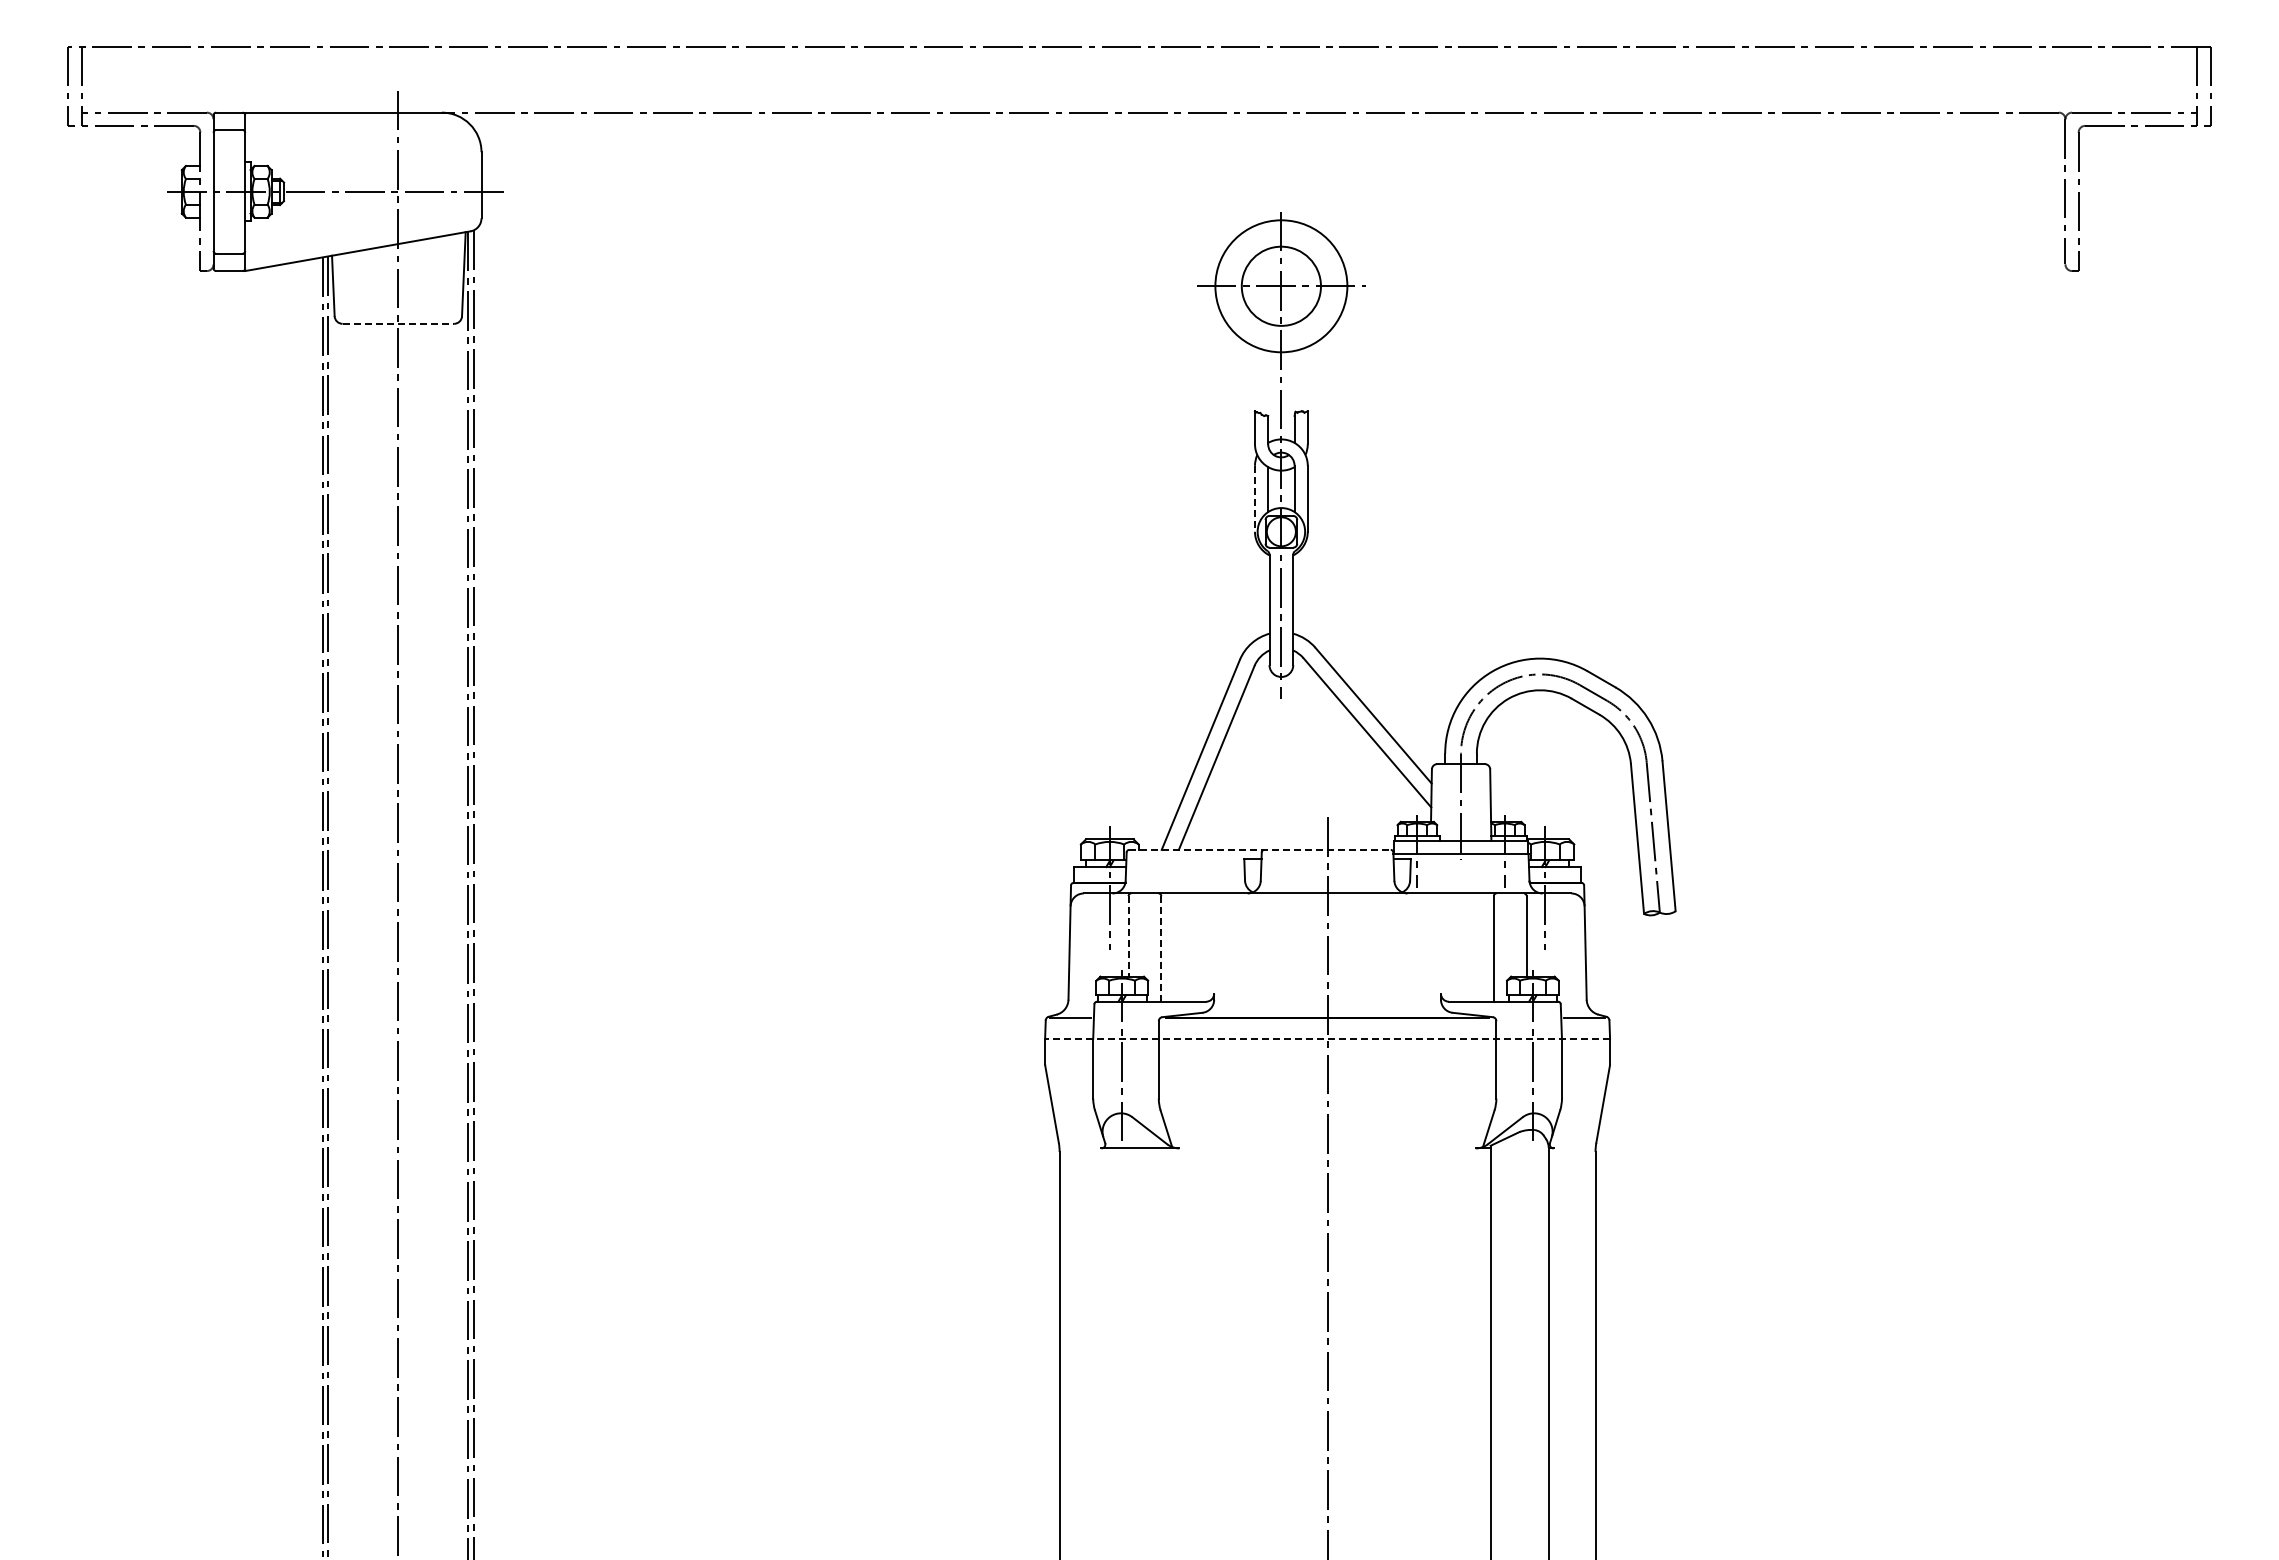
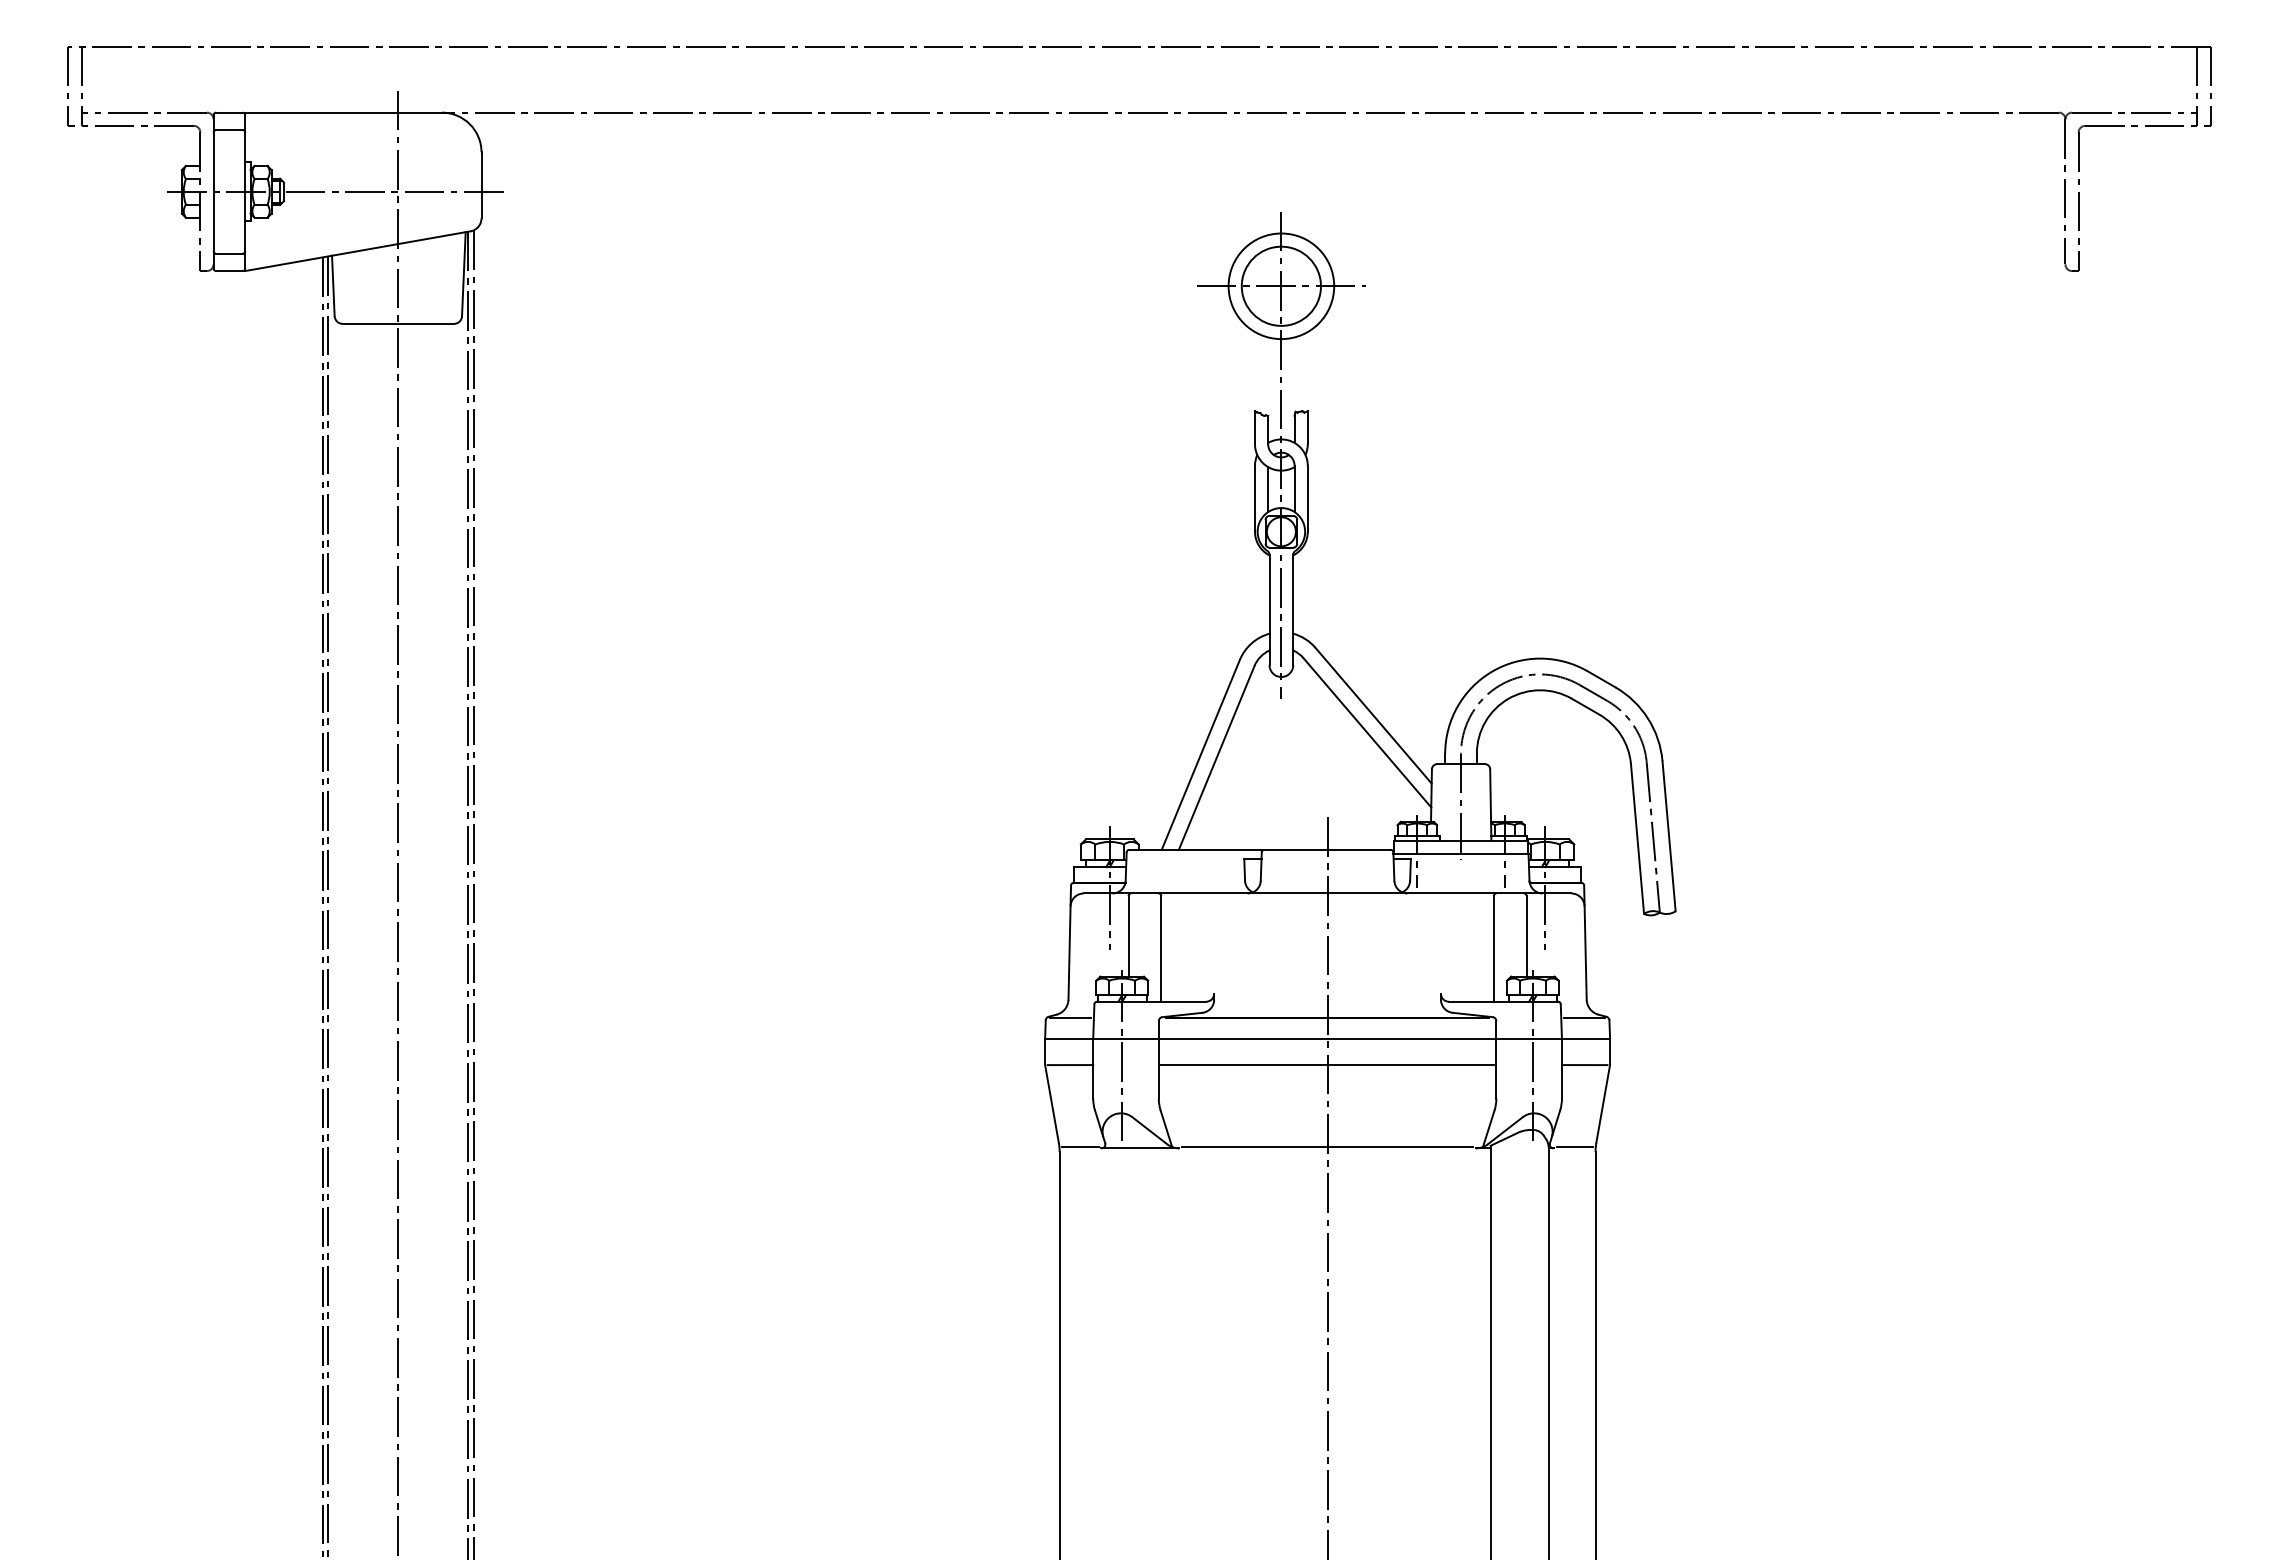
circle at (1281, 286) diameter: 132 px -> 106 px
line at (398, 323): dashed -> solid
line at (1254, 498): dashed -> solid
line at (1260, 849): dashed -> solid
line at (1128, 936): dashed -> solid
line at (1161, 948): dashed -> solid
line at (1327, 1038): dashed -> solid
line at (1070, 1065): none -> present
line at (1327, 1065): none -> present
line at (1584, 1065): none -> present
line at (1080, 1147): none -> present
line at (1327, 1147): none -> present
line at (1574, 1147): none -> present
